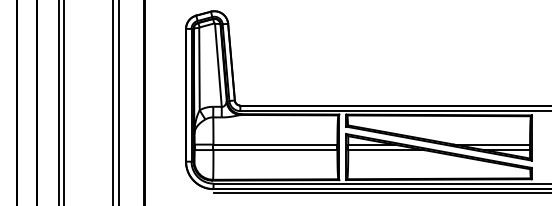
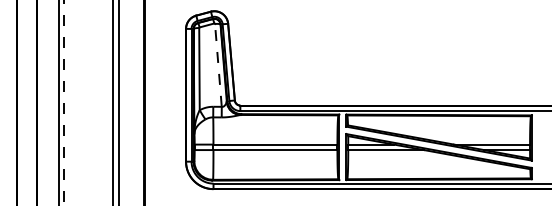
line at (218, 65): solid -> dashed
line at (64, 103): solid -> dashed
line at (380, 193): present -> none
